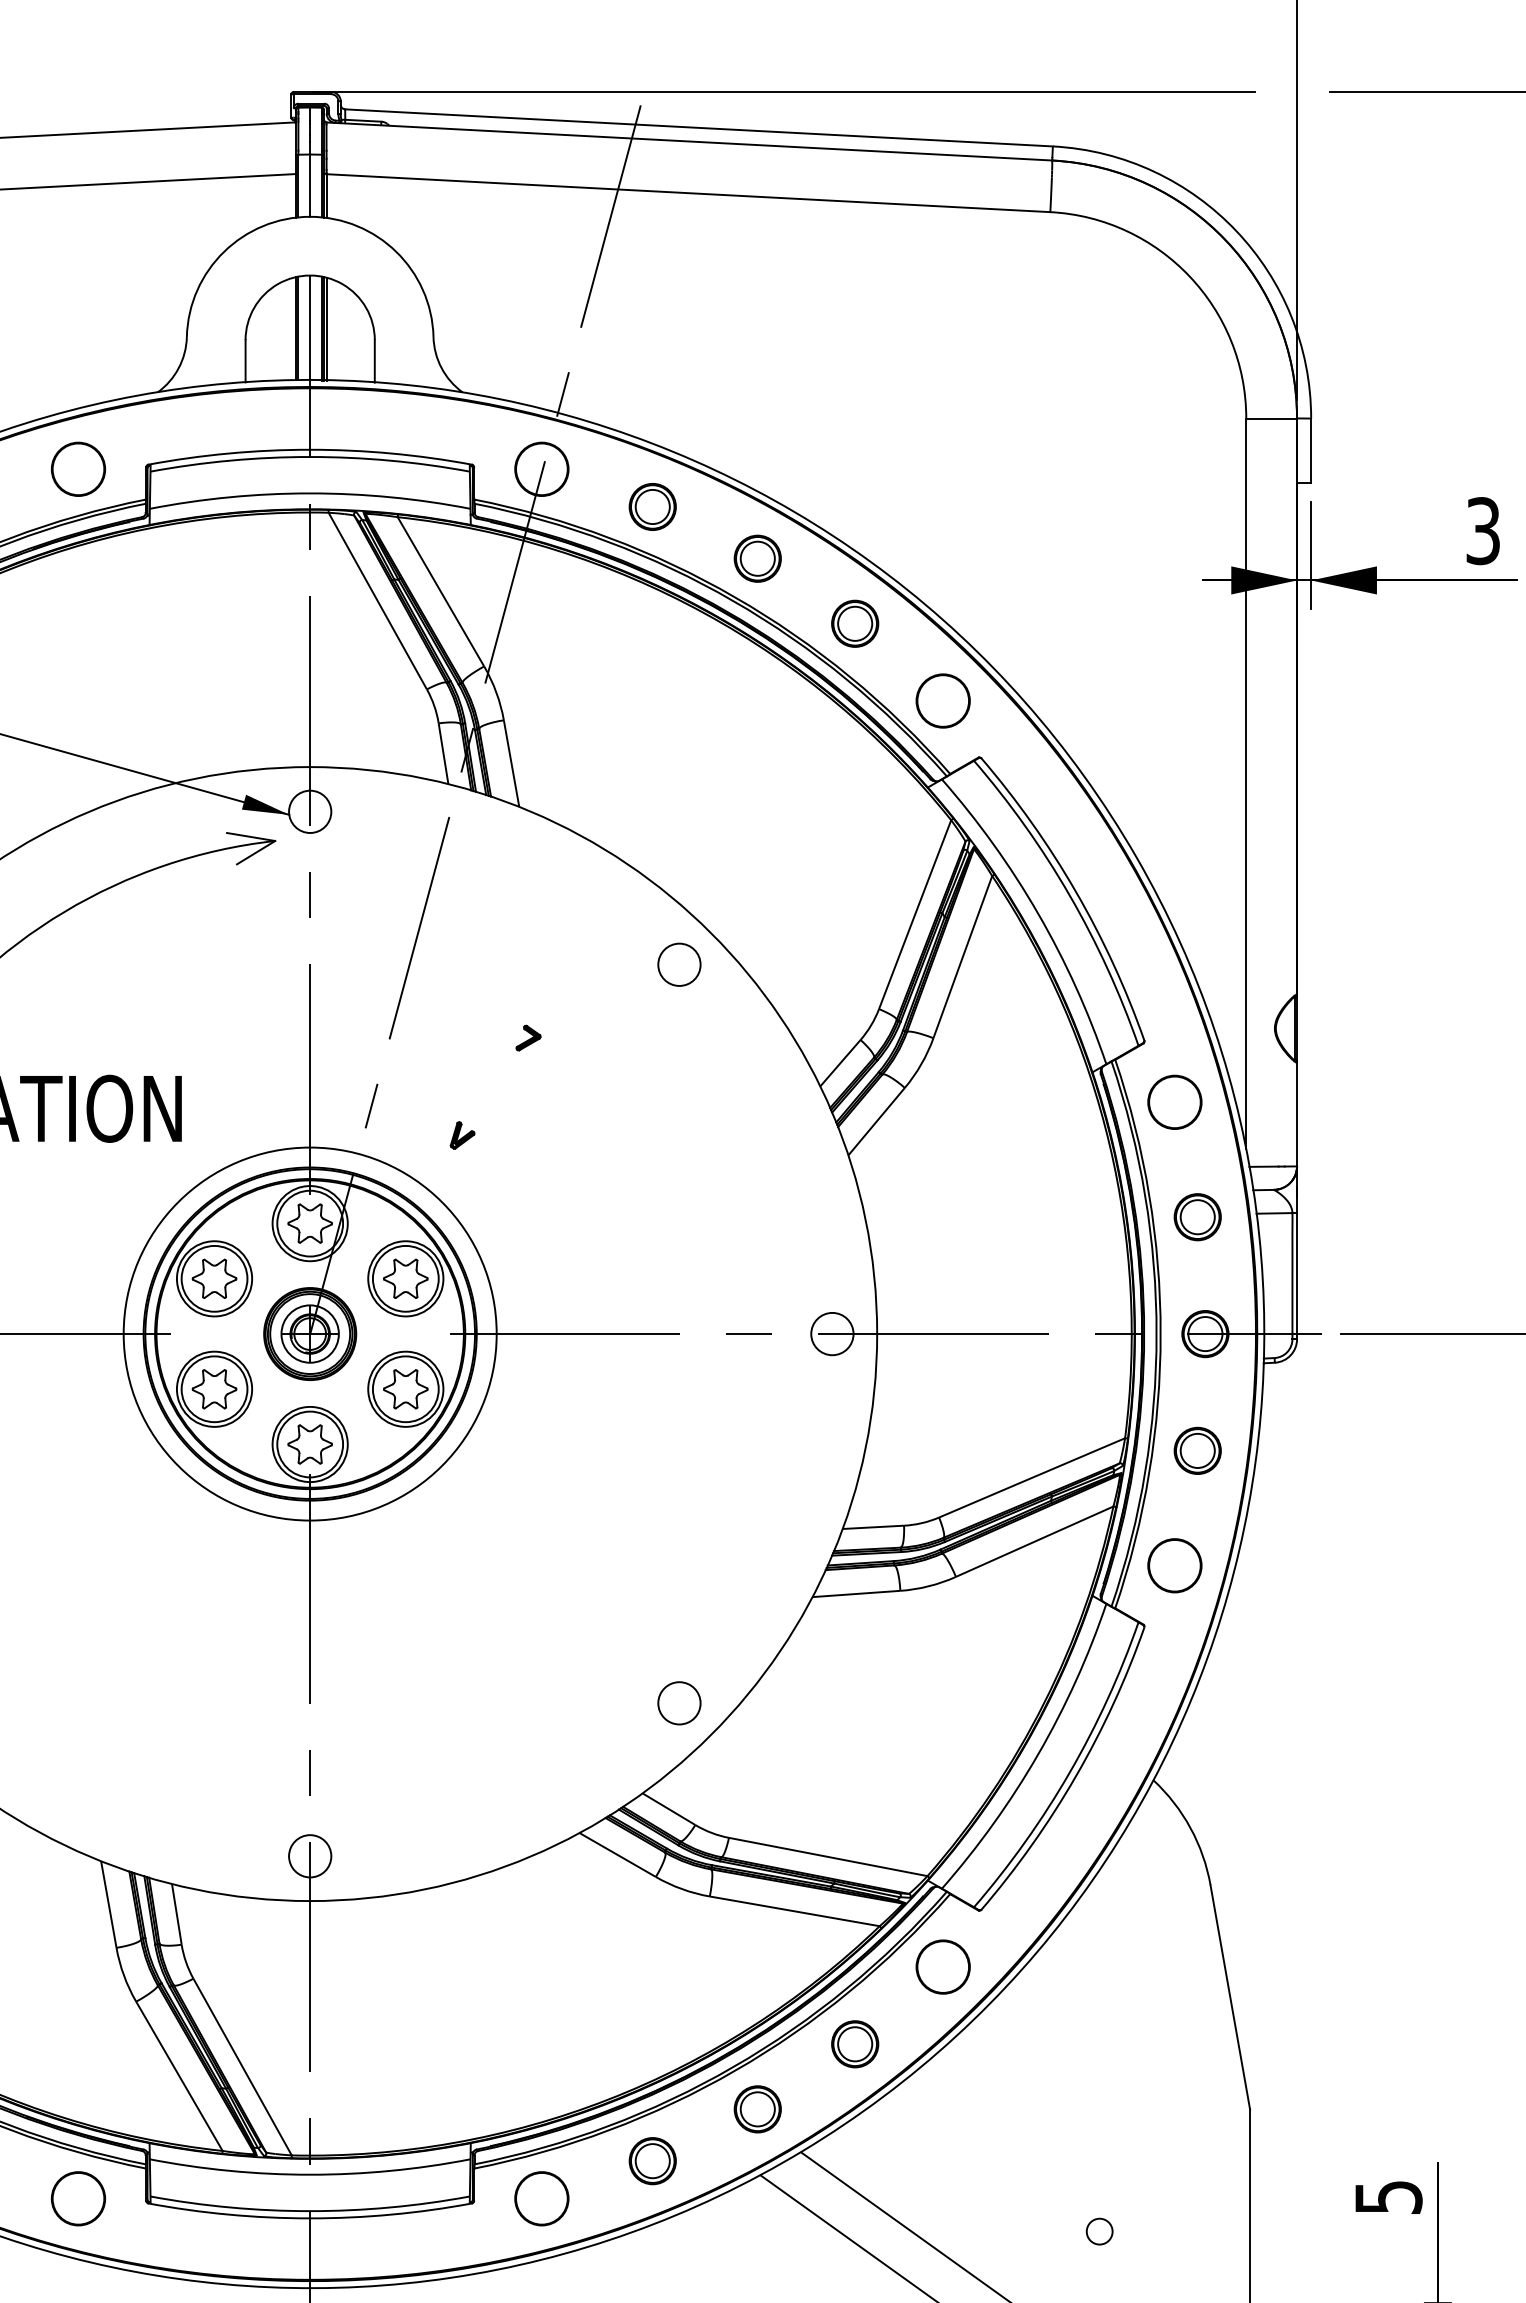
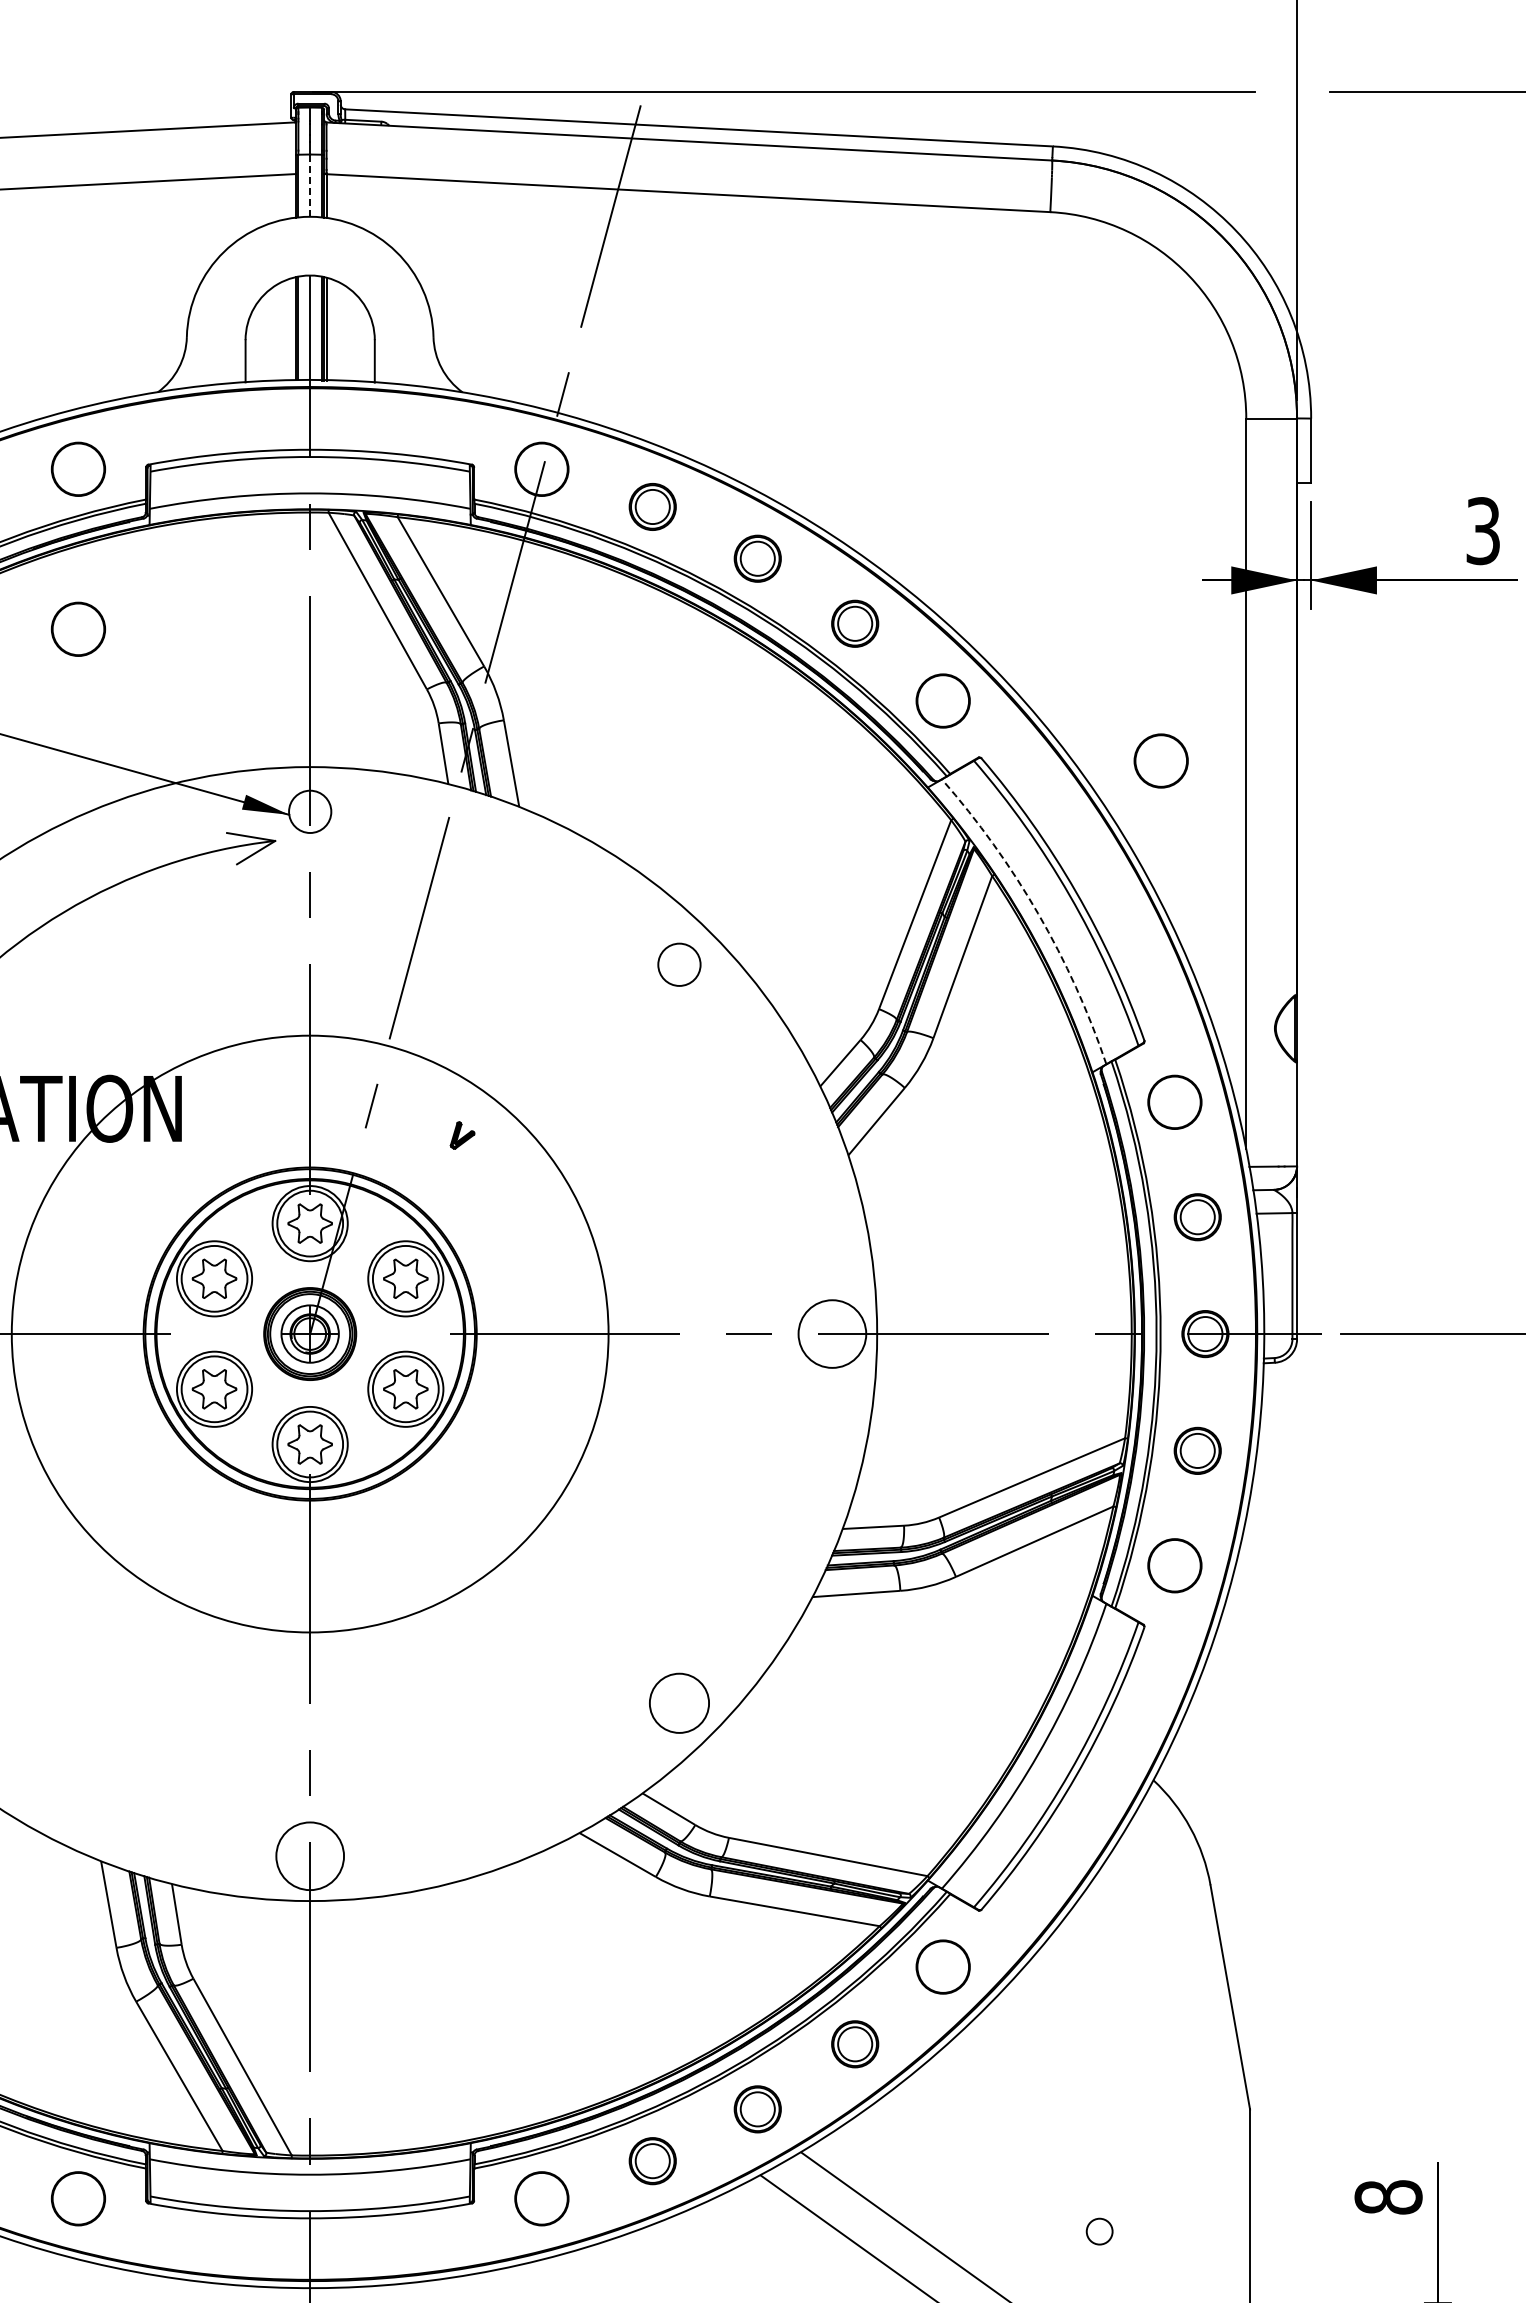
line at (310, 185): solid -> dashed
part at (77, 628): none -> present
circle at (1160, 760): none -> present
arc at (1038, 913): solid -> dashed
part at (528, 1037): present -> none
circle at (309, 1333) diameter: 373 px -> 597 px
circle at (832, 1333) diameter: 42 px -> 68 px
circle at (679, 1703) diameter: 42 px -> 59 px
circle at (310, 1856) diameter: 42 px -> 68 px
text at (1388, 2197): 5 -> 8
